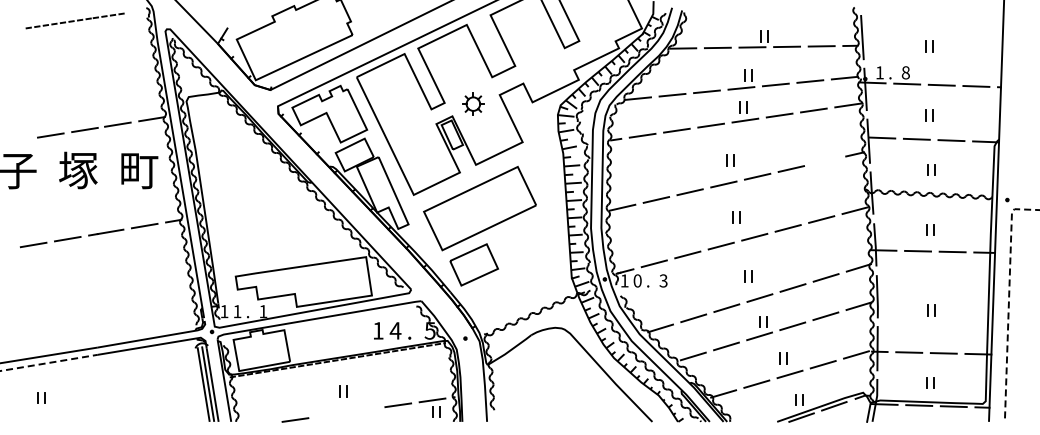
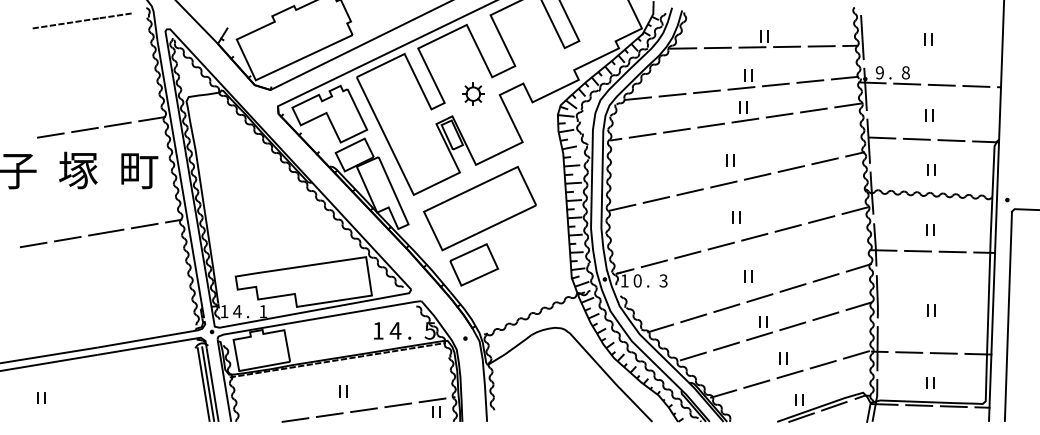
part at (74, 20) position: (74, 20) -> (81, 20)
part at (929, 46) position: (929, 46) -> (928, 39)
text at (879, 72): 1 -> 9
part at (473, 103) position: (473, 103) -> (473, 93)
line at (824, 161): none -> present
line at (1008, 301): dashed -> solid
text at (237, 311): 1 -> 4
line at (49, 362): dashed -> solid
line at (363, 410): none -> present
line at (329, 414): none -> present
